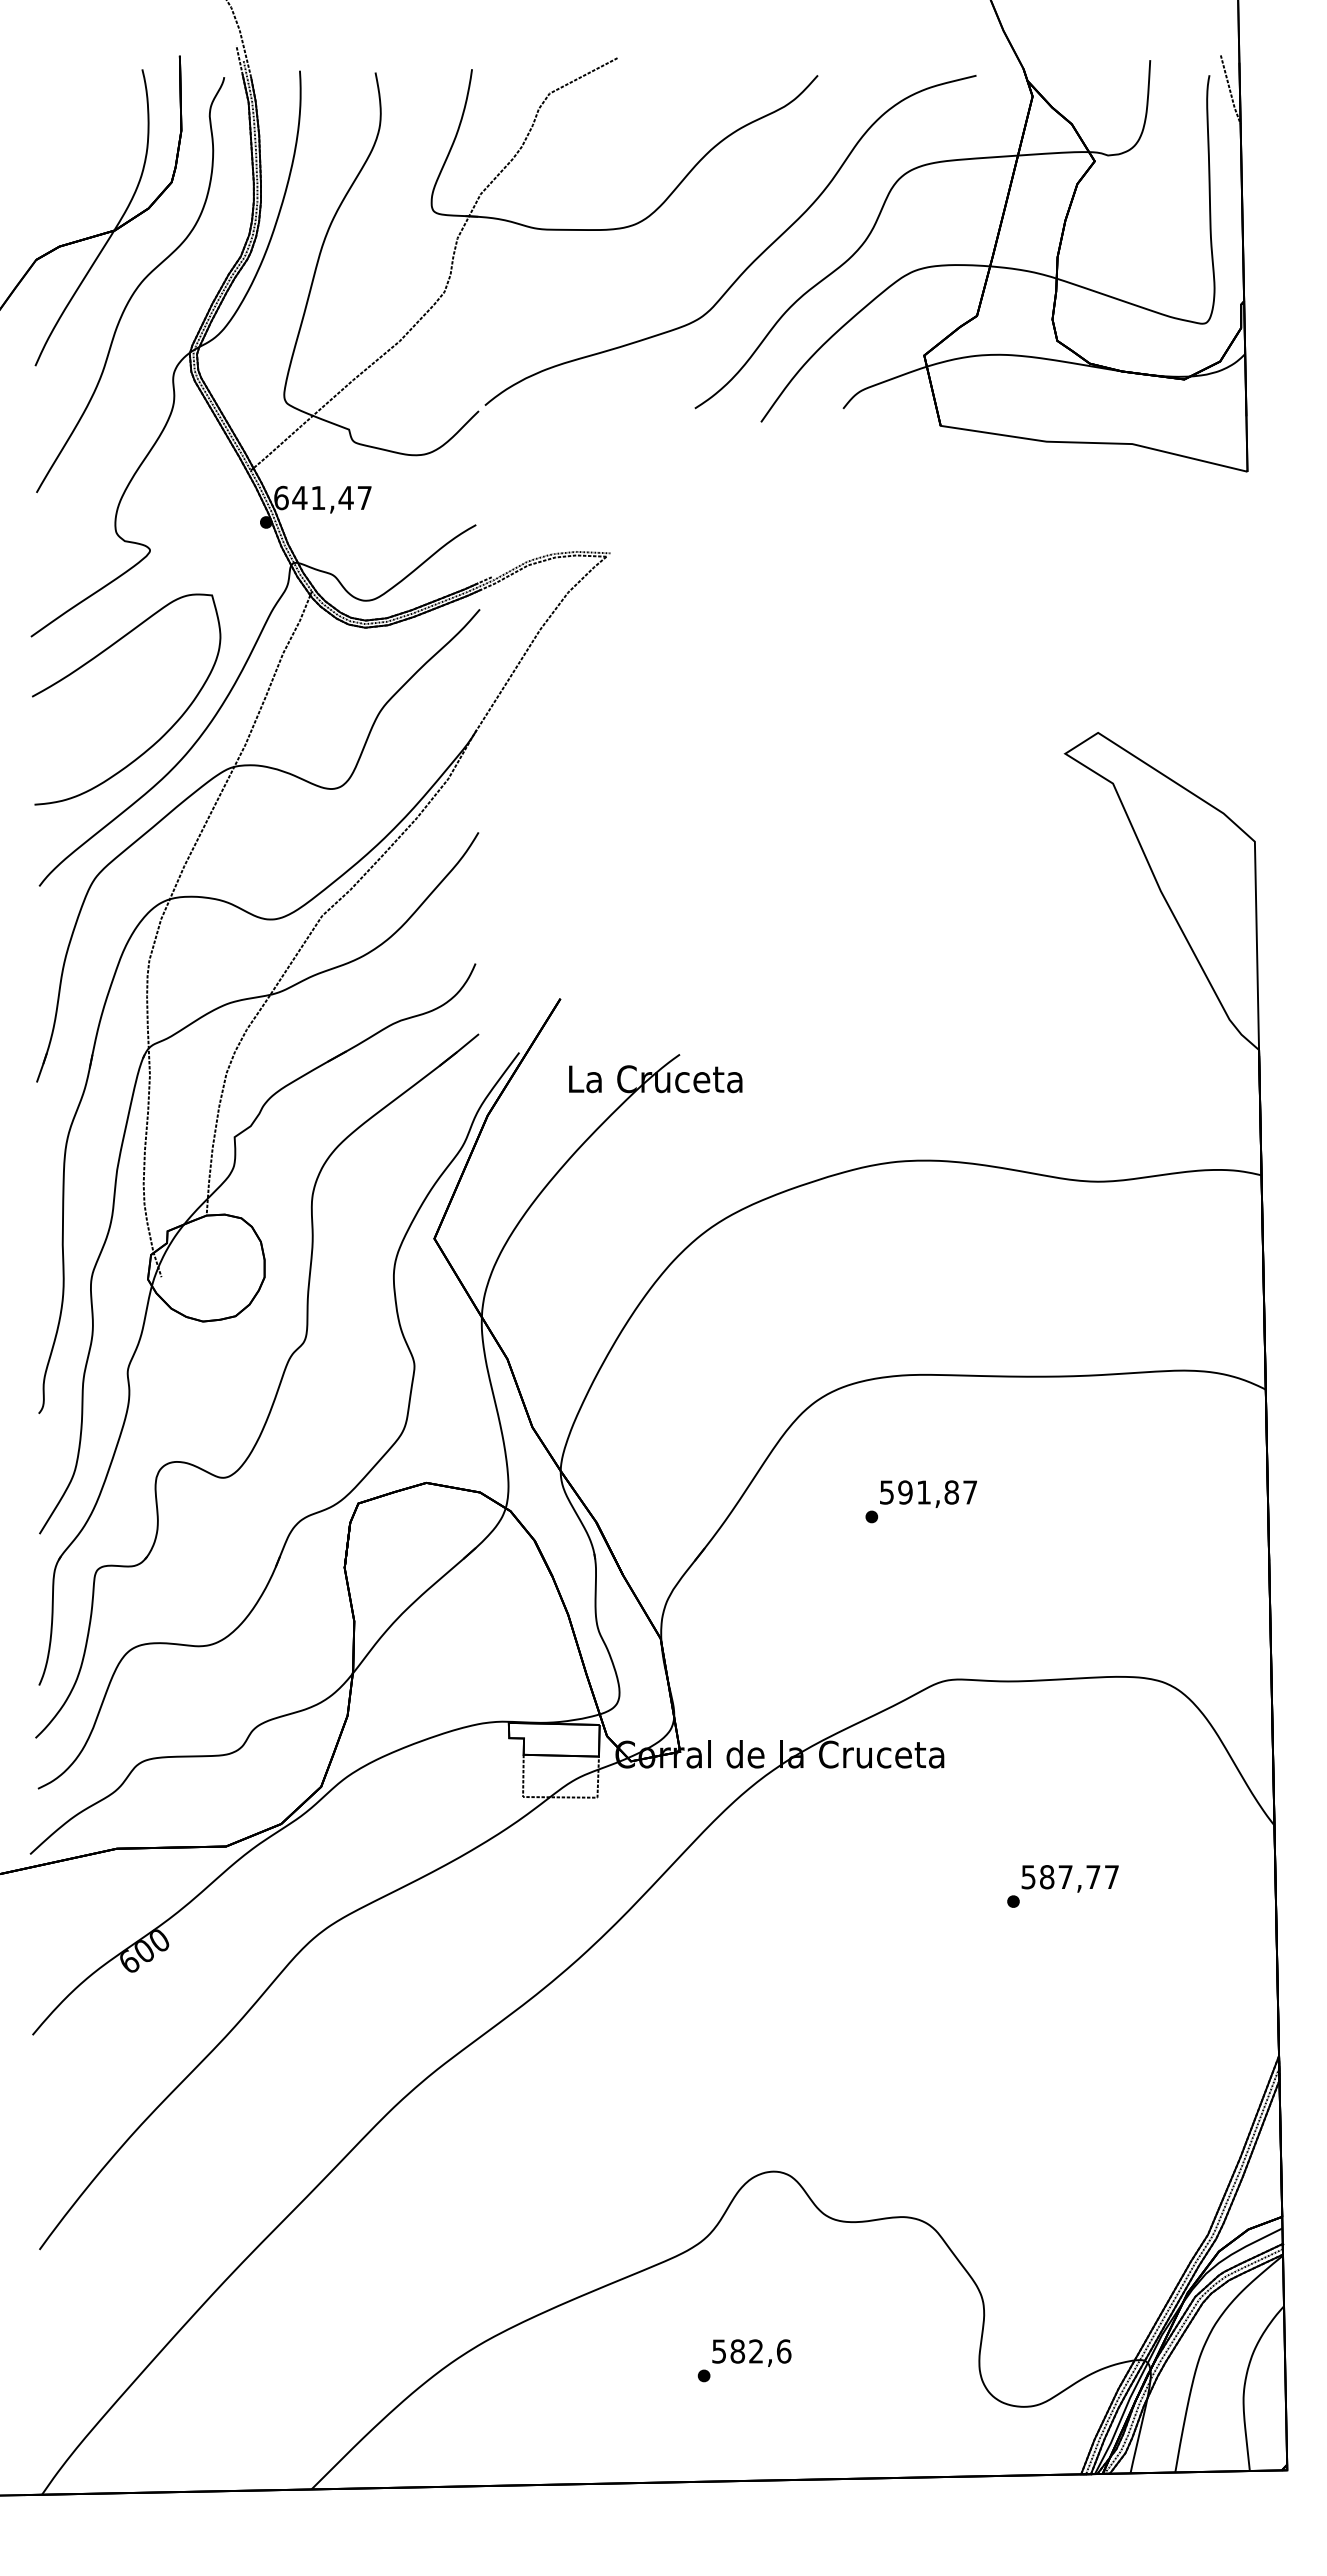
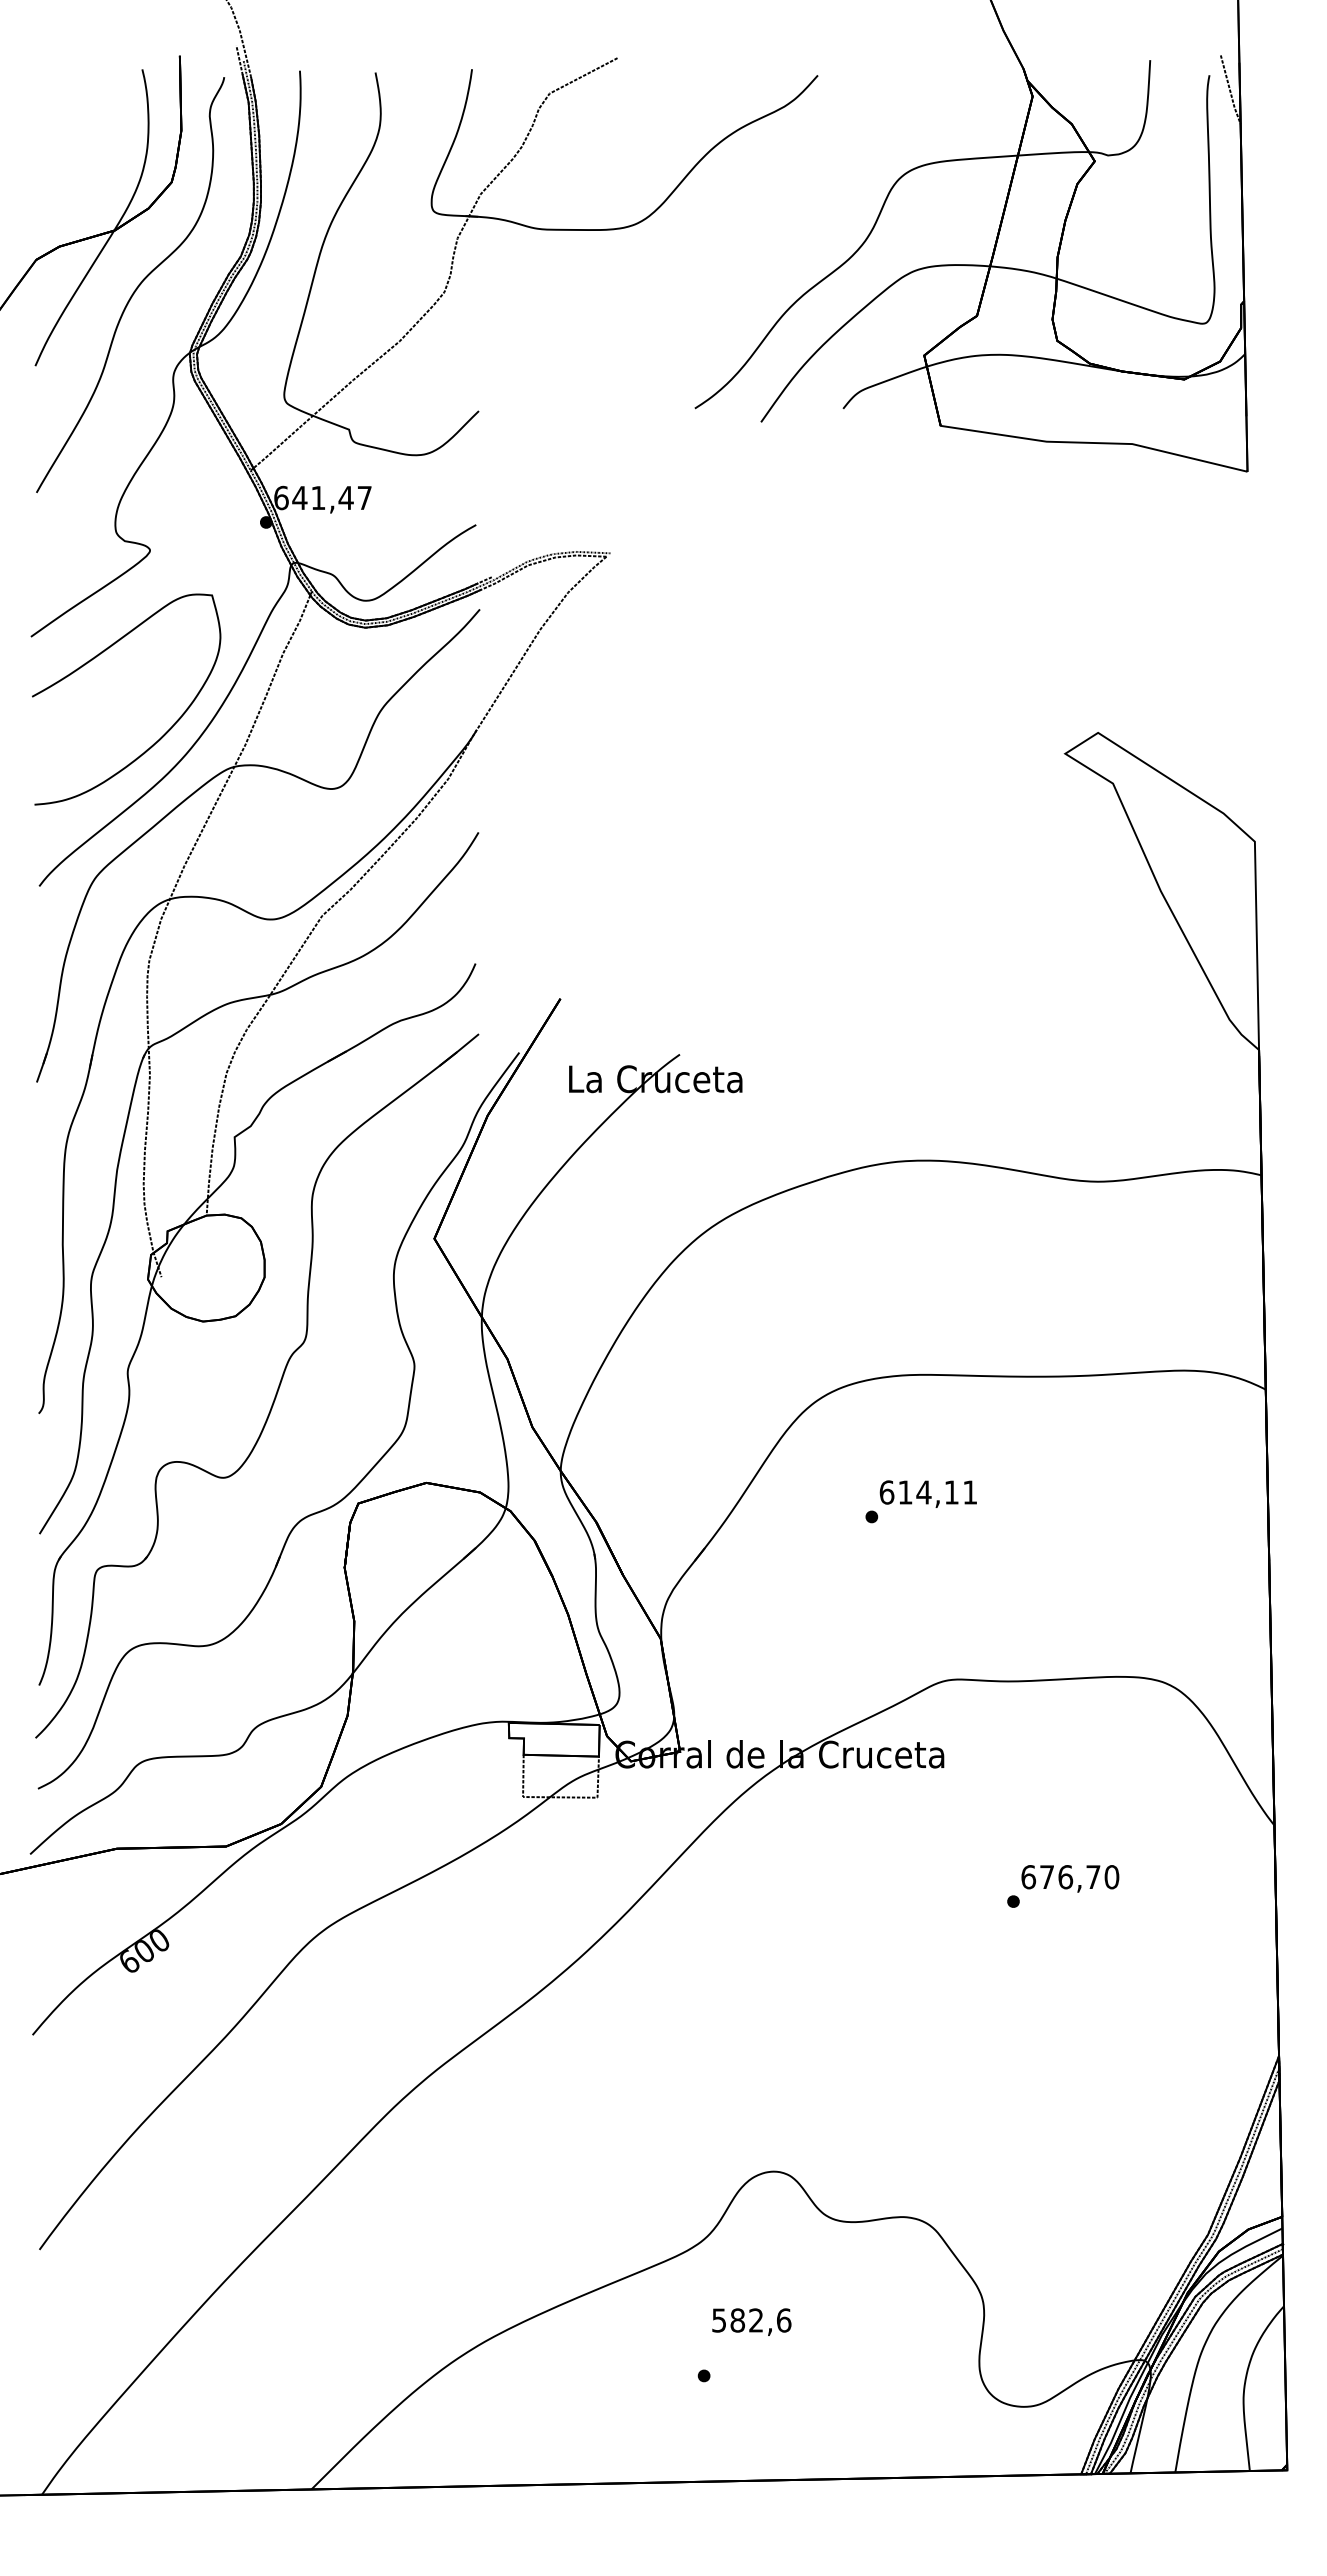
curve at (752, 261): present -> none
text at (928, 1492): 591,87 -> 614,11
text at (1070, 1877): 587,77 -> 676,70
text at (751, 2352) position: (751, 2352) -> (751, 2321)
